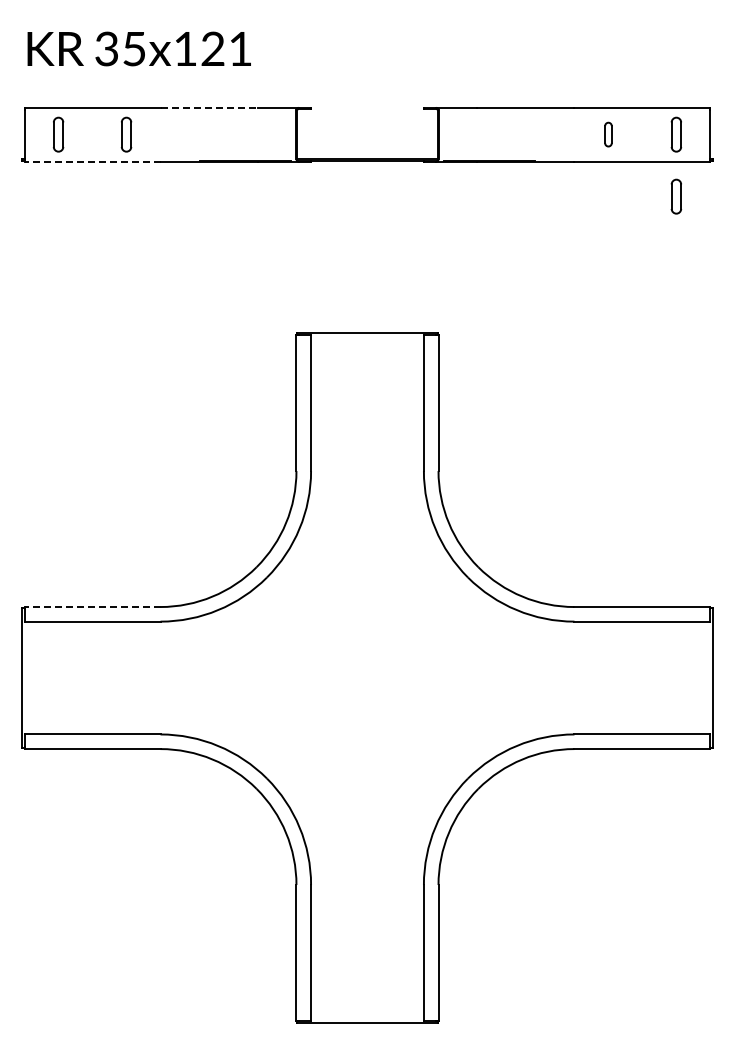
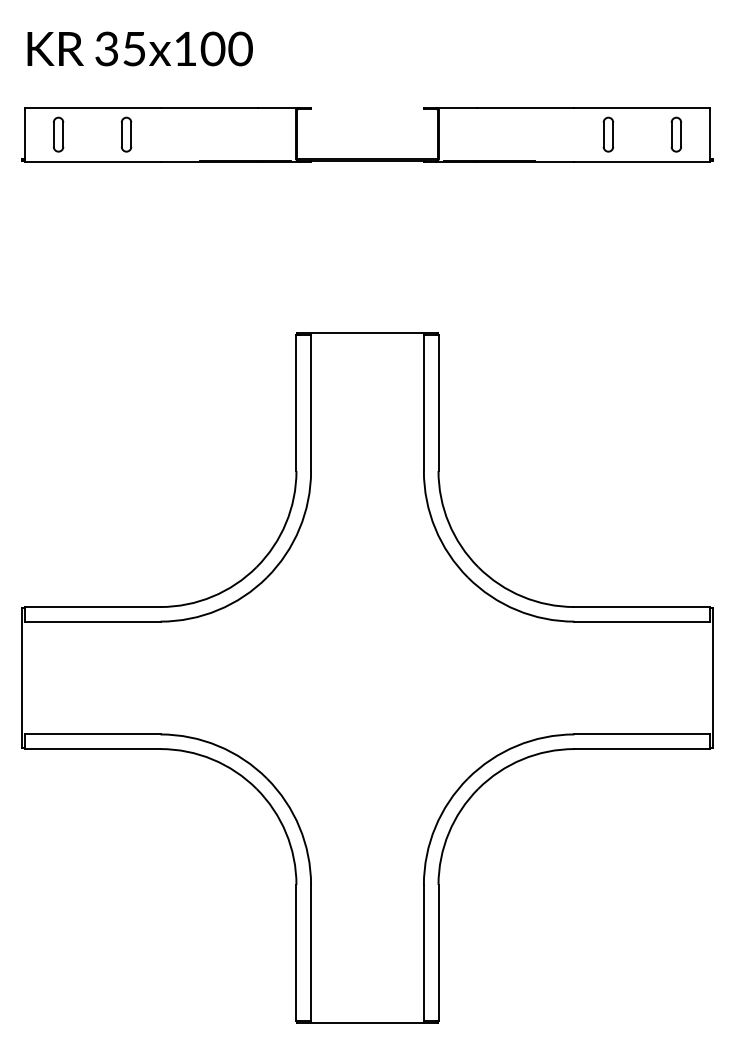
text at (226, 48): 35x121 -> 35x100
line at (209, 107): dashed -> solid
part at (608, 134) size: 9x27 px -> 13x37 px
line at (92, 161): dashed -> solid
part at (676, 196): present -> none
line at (92, 607): dashed -> solid
